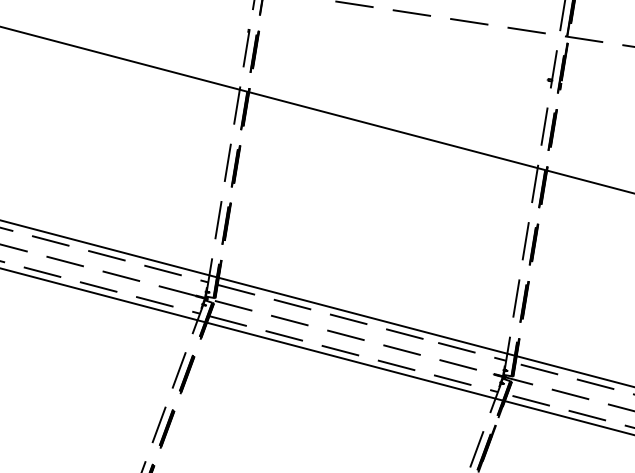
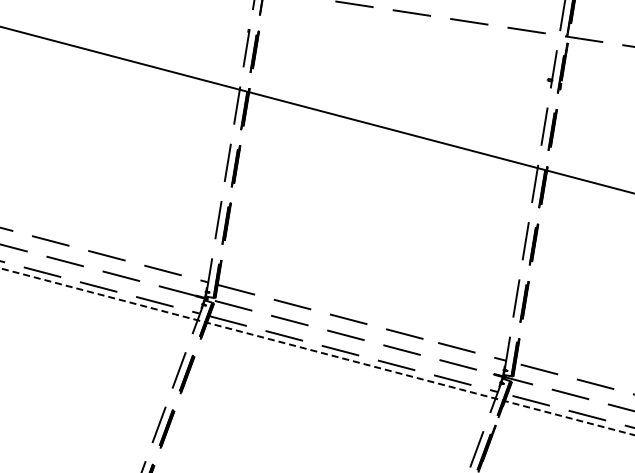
line at (316, 303): present -> none
line at (318, 351): solid -> dashed
